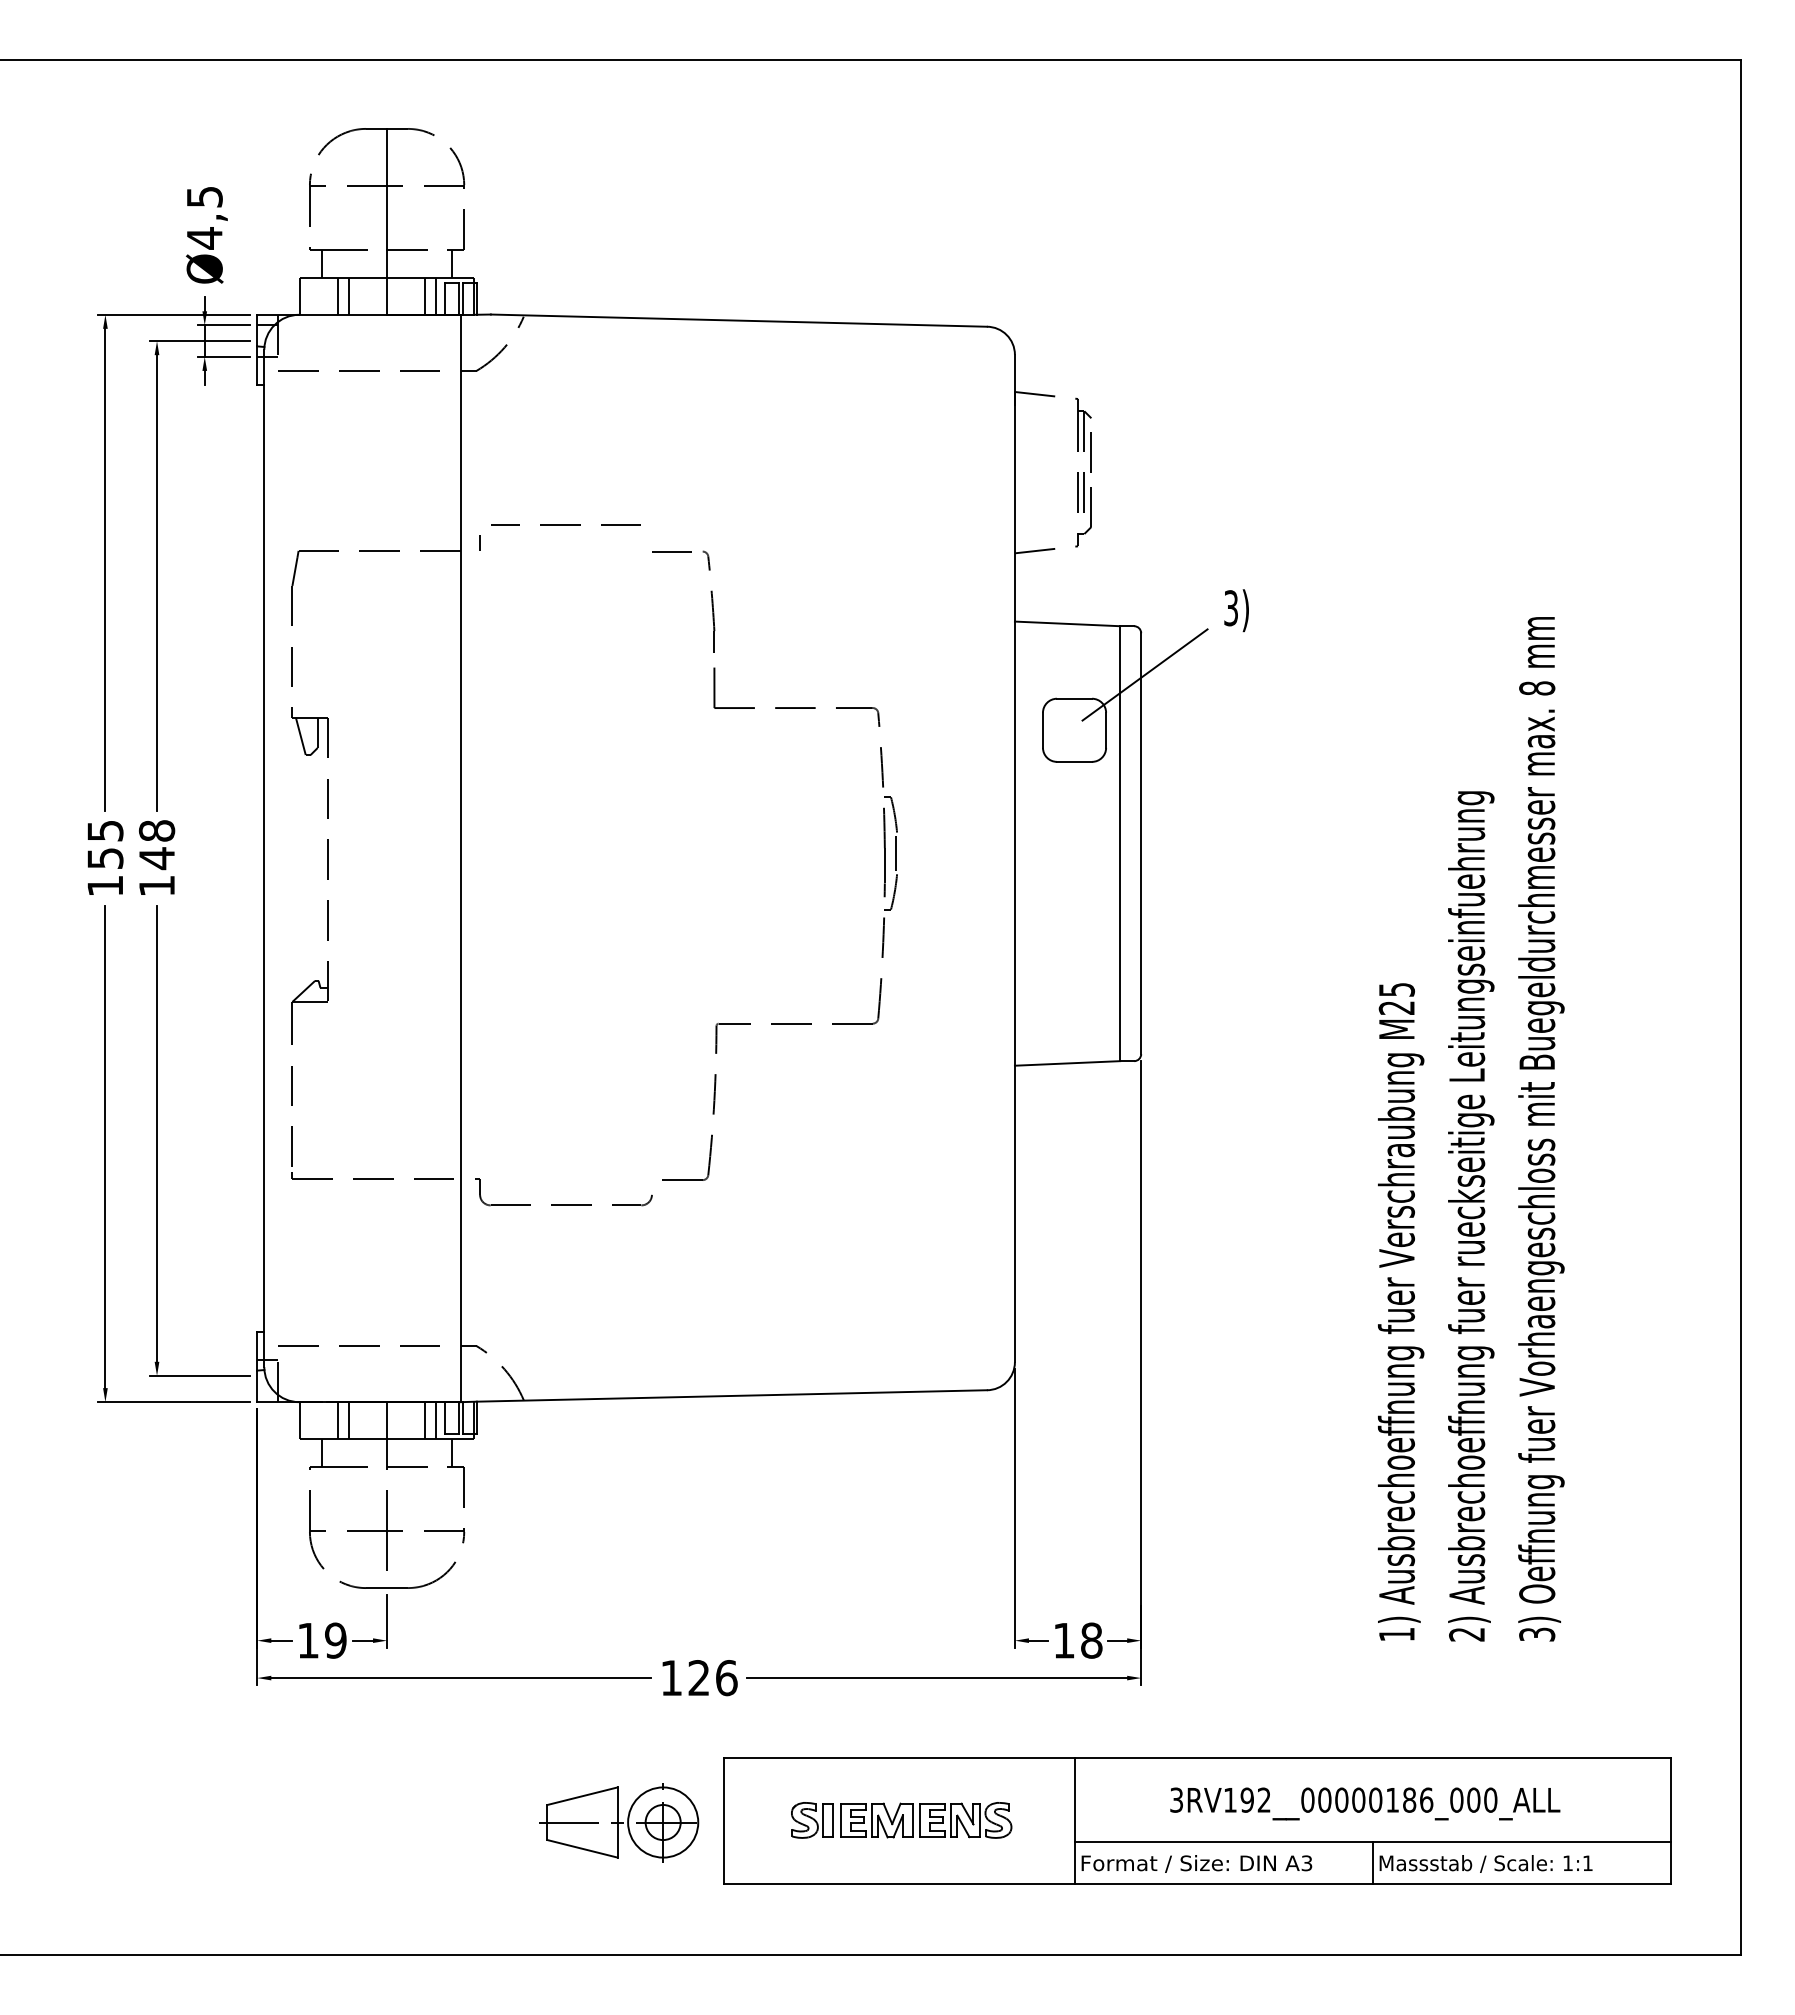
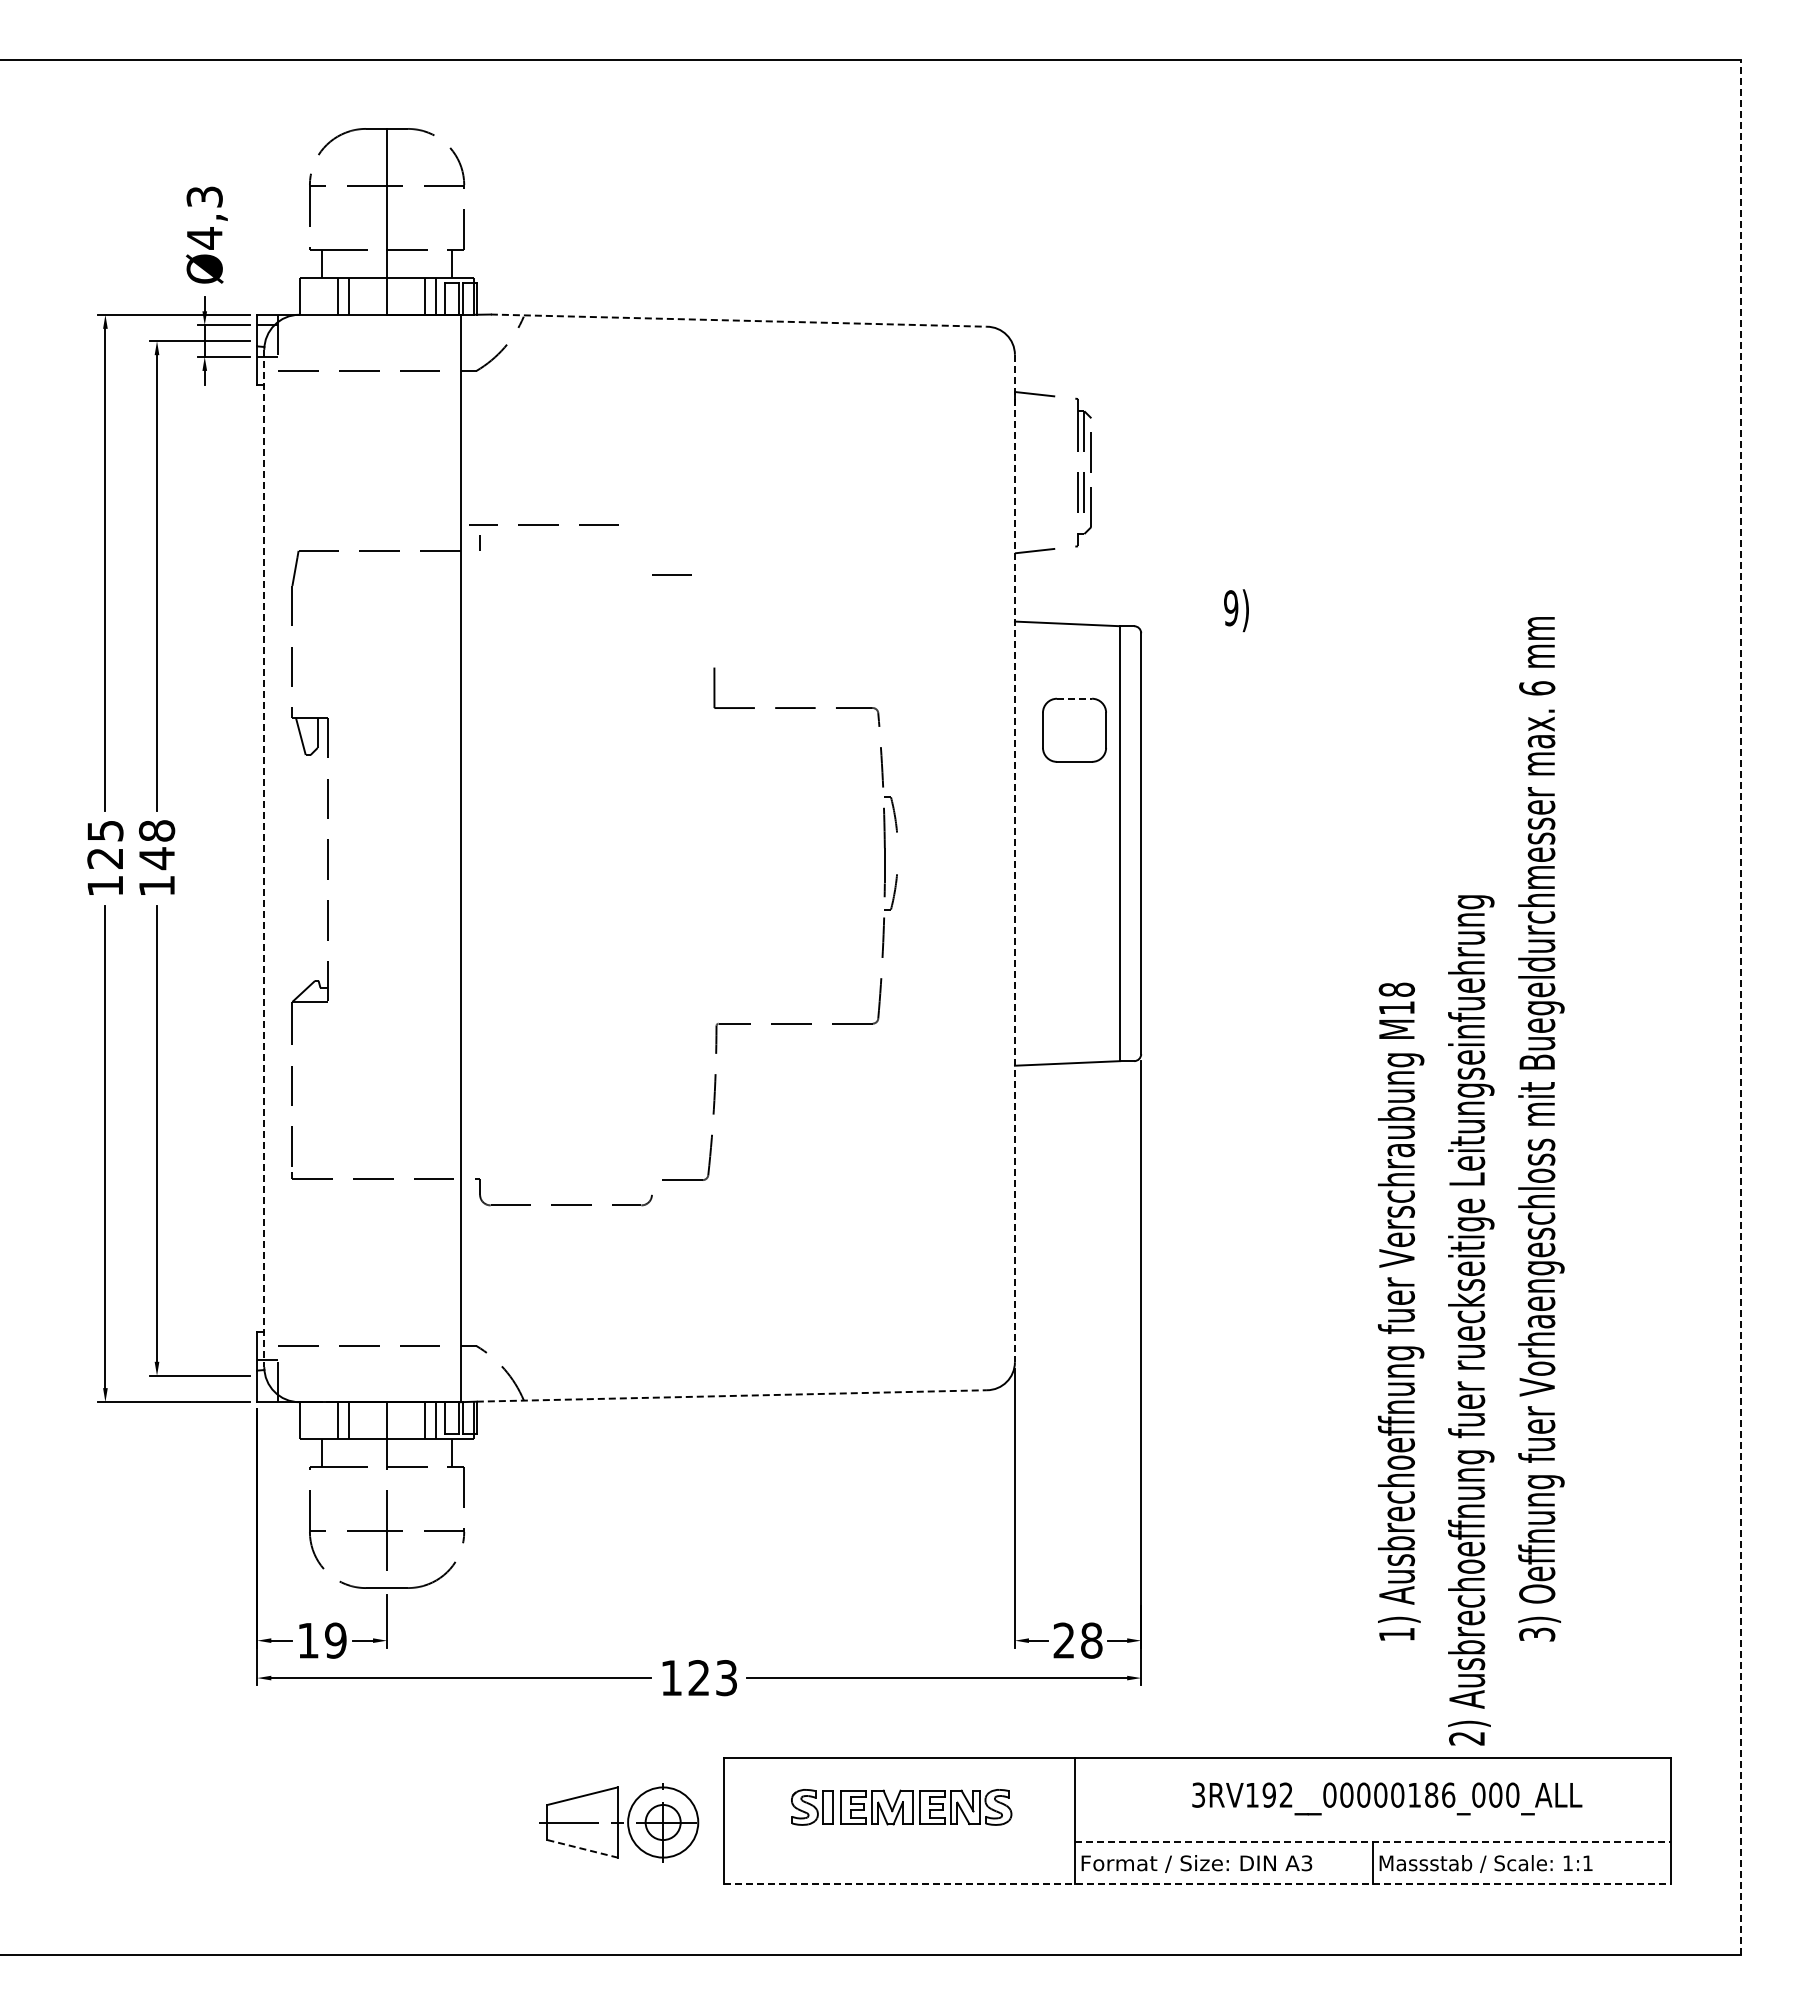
text at (204, 196): Ø4,5 -> Ø4,3
line at (739, 320): solid -> dashed
line at (565, 524) position: (565, 524) -> (543, 524)
line at (671, 551) position: (671, 551) -> (671, 574)
part at (708, 601): present -> none
text at (1231, 608): 3) -> 9)
line at (1144, 674): present -> none
text at (1537, 688): 8 -> 6
line at (1074, 698): solid -> dashed
line at (895, 852): present -> none
text at (105, 858): 155 -> 125
line at (264, 858): solid -> dashed
line at (1014, 858): solid -> dashed
text at (1396, 998): M25 -> M18
line at (1741, 1007): solid -> dashed
text at (1471, 1216) position: (1471, 1216) -> (1471, 1320)
line at (732, 1395): solid -> dashed
text at (1063, 1640): 18 -> 28
text at (726, 1678): 126 -> 123
text at (1365, 1803) position: (1365, 1803) -> (1387, 1798)
part at (901, 1820) position: (901, 1820) -> (901, 1807)
line at (1373, 1842): solid -> dashed
line at (582, 1848): solid -> dashed
line at (1197, 1884): solid -> dashed
